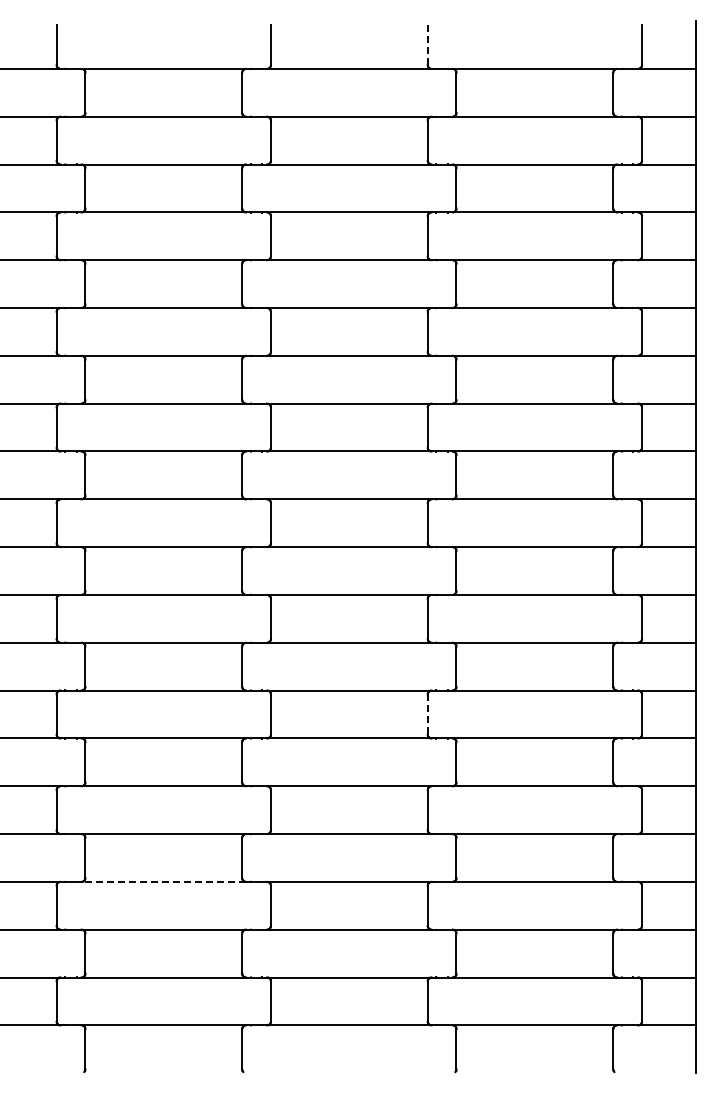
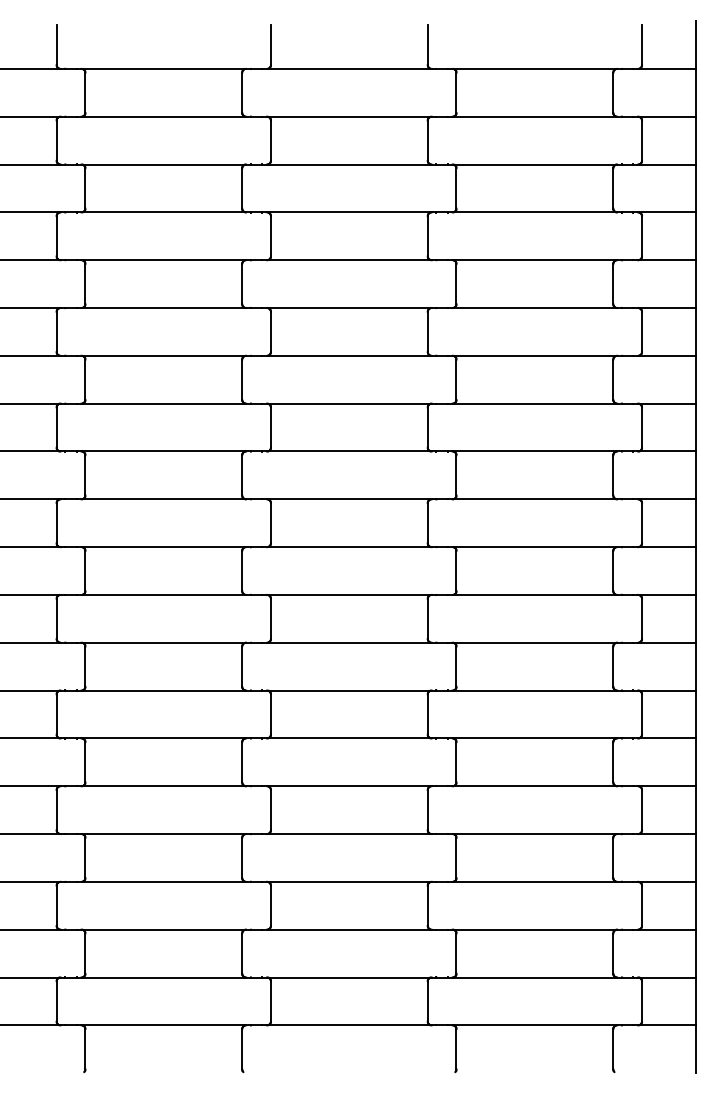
line at (427, 45): dashed -> solid
line at (427, 714): dashed -> solid
line at (163, 881): dashed -> solid
